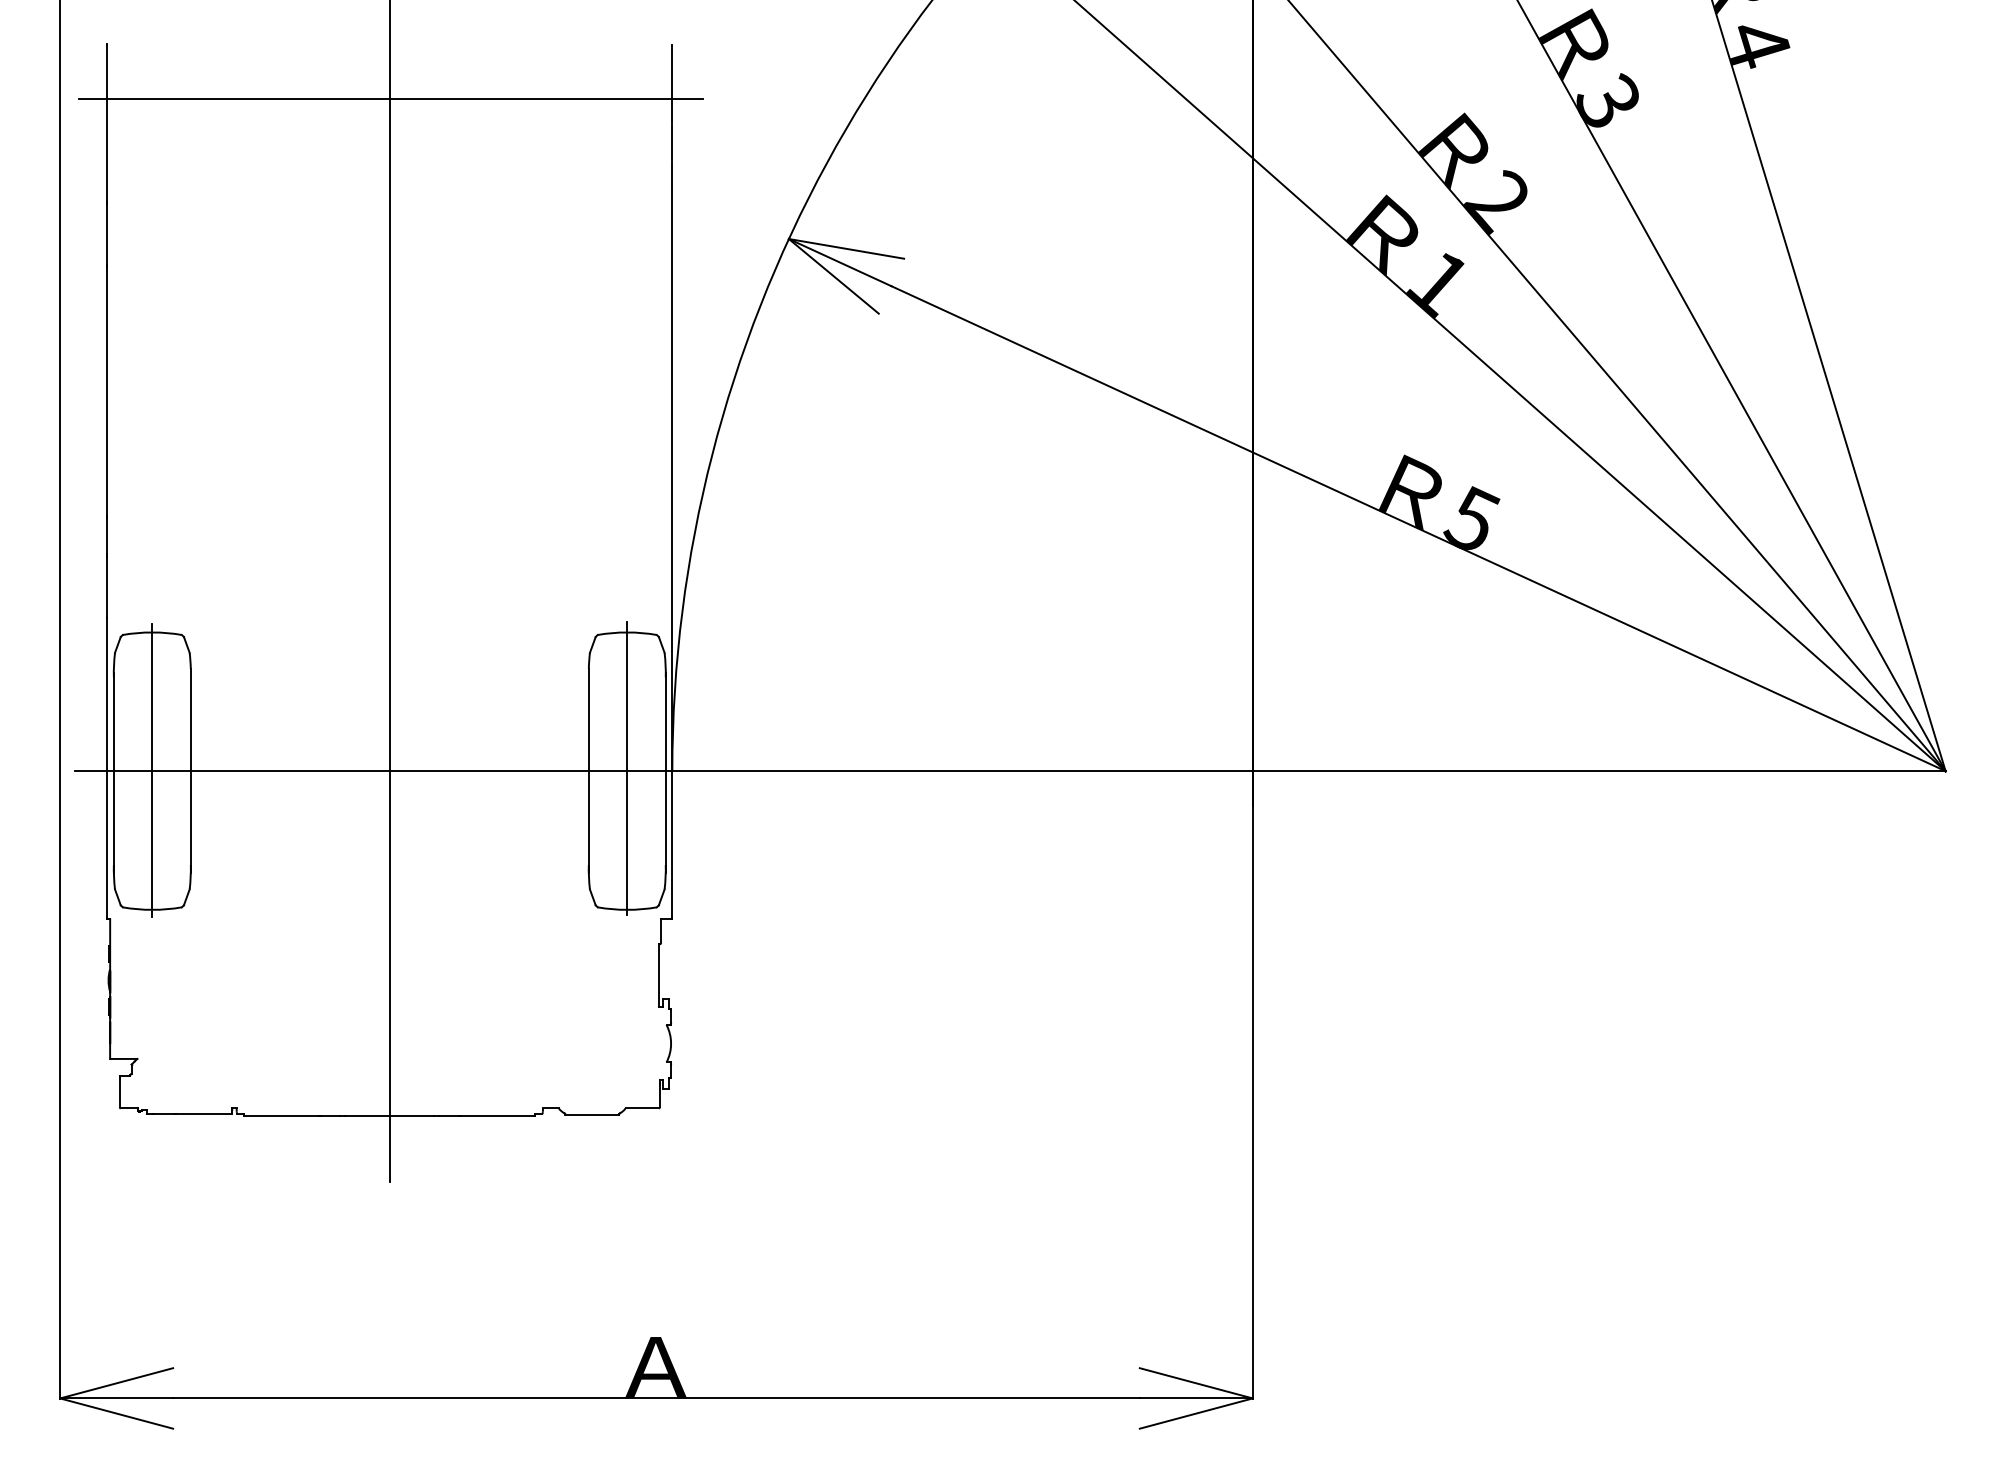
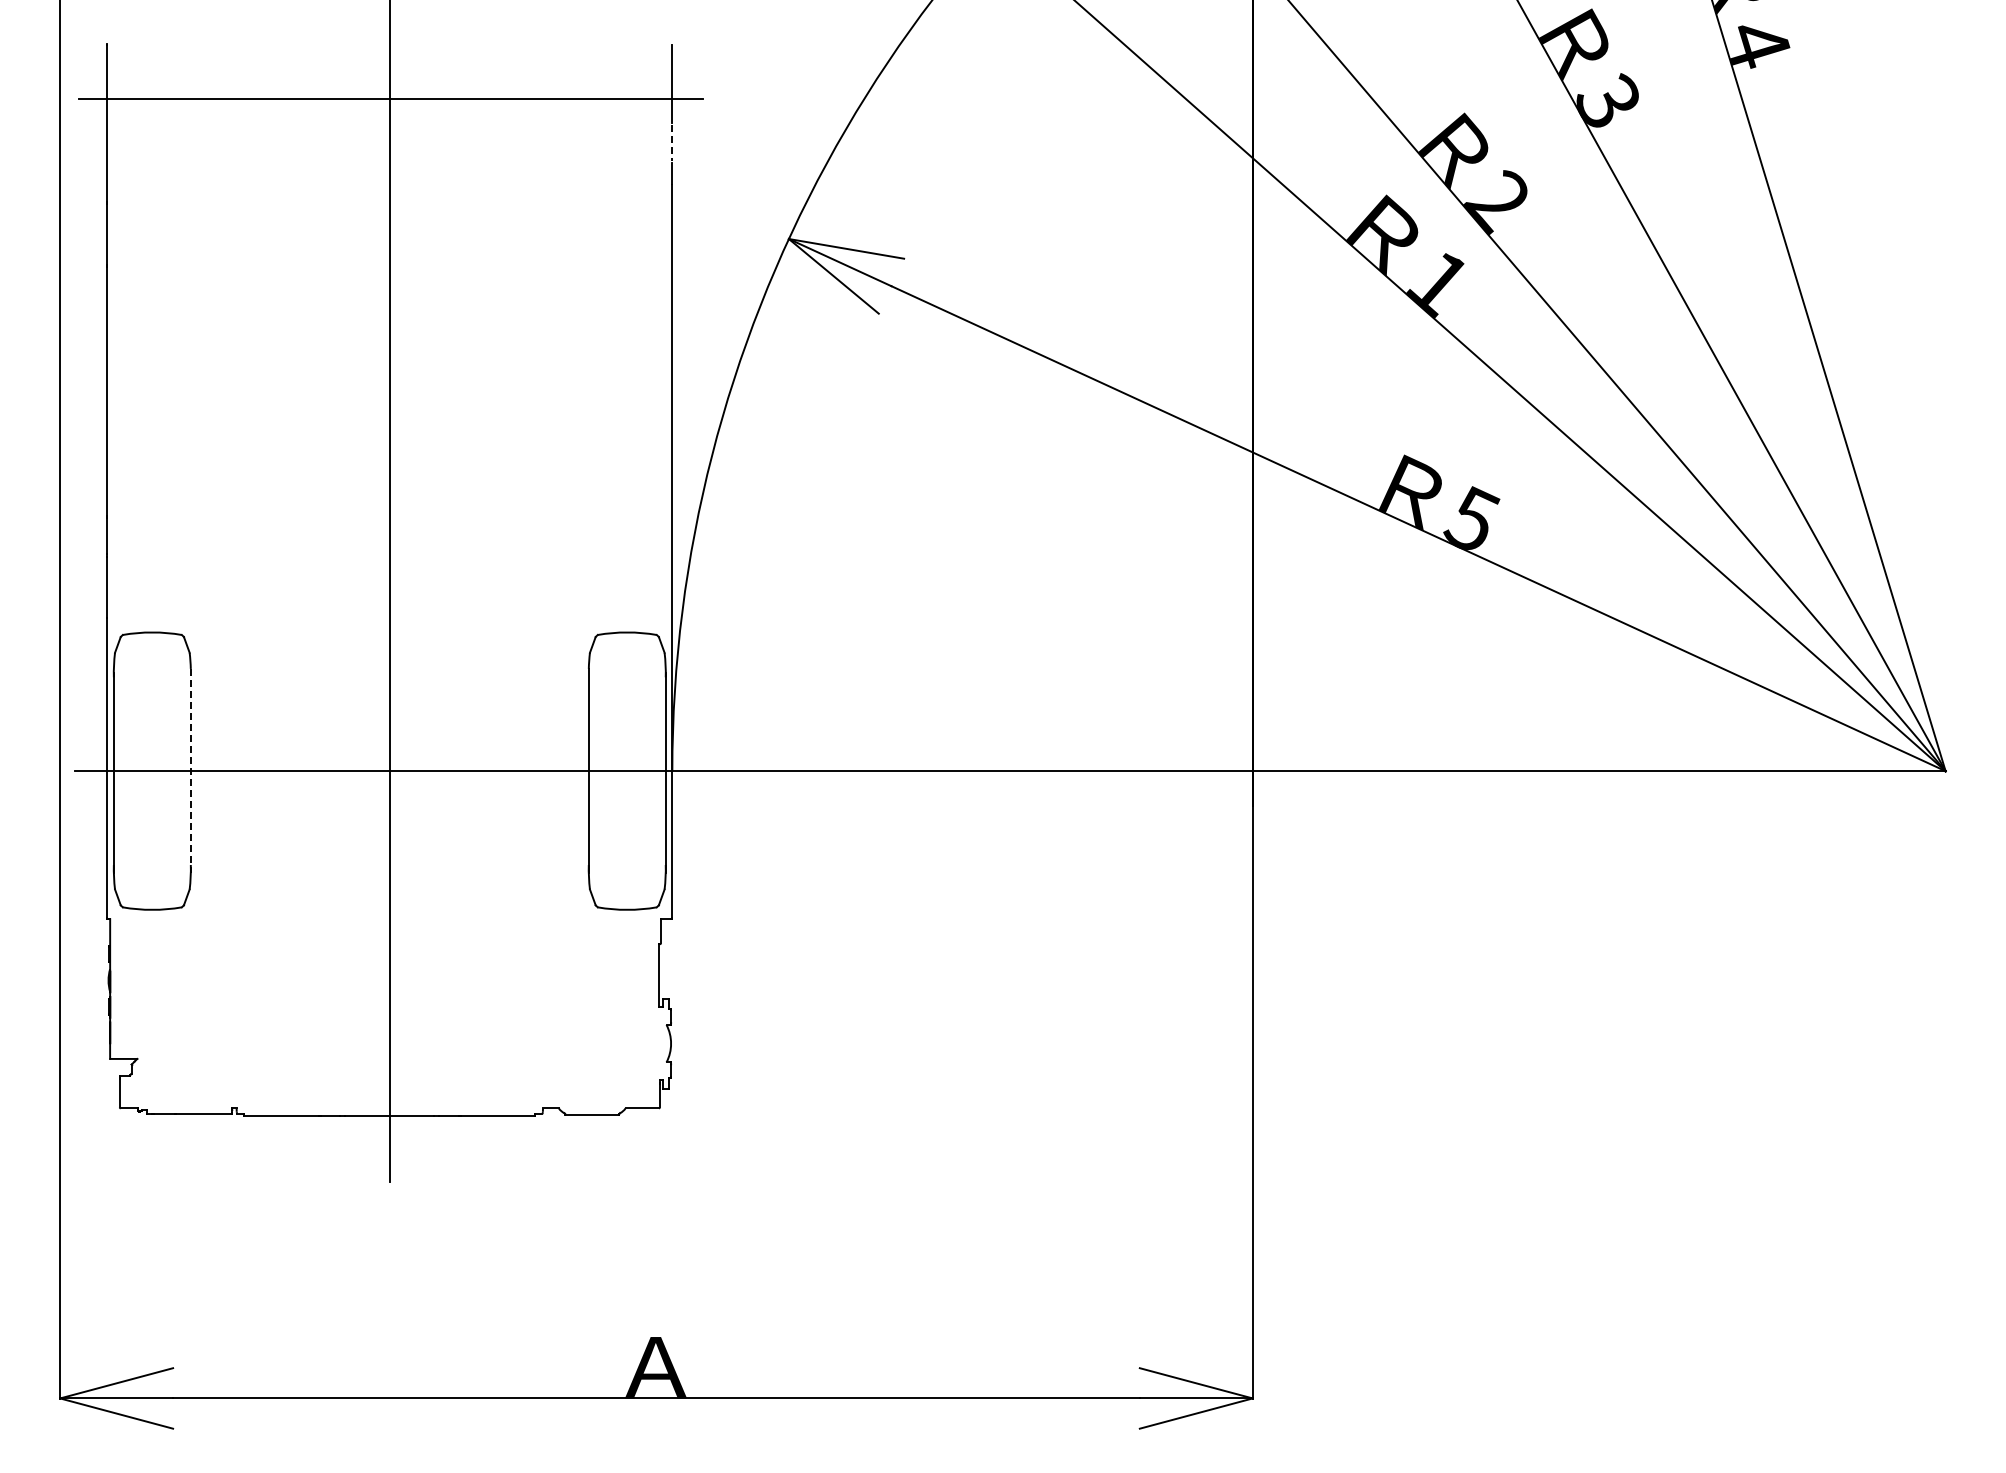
line at (672, 143): solid -> dashed
line at (627, 768): present -> none
line at (152, 770): present -> none
line at (190, 771): solid -> dashed
